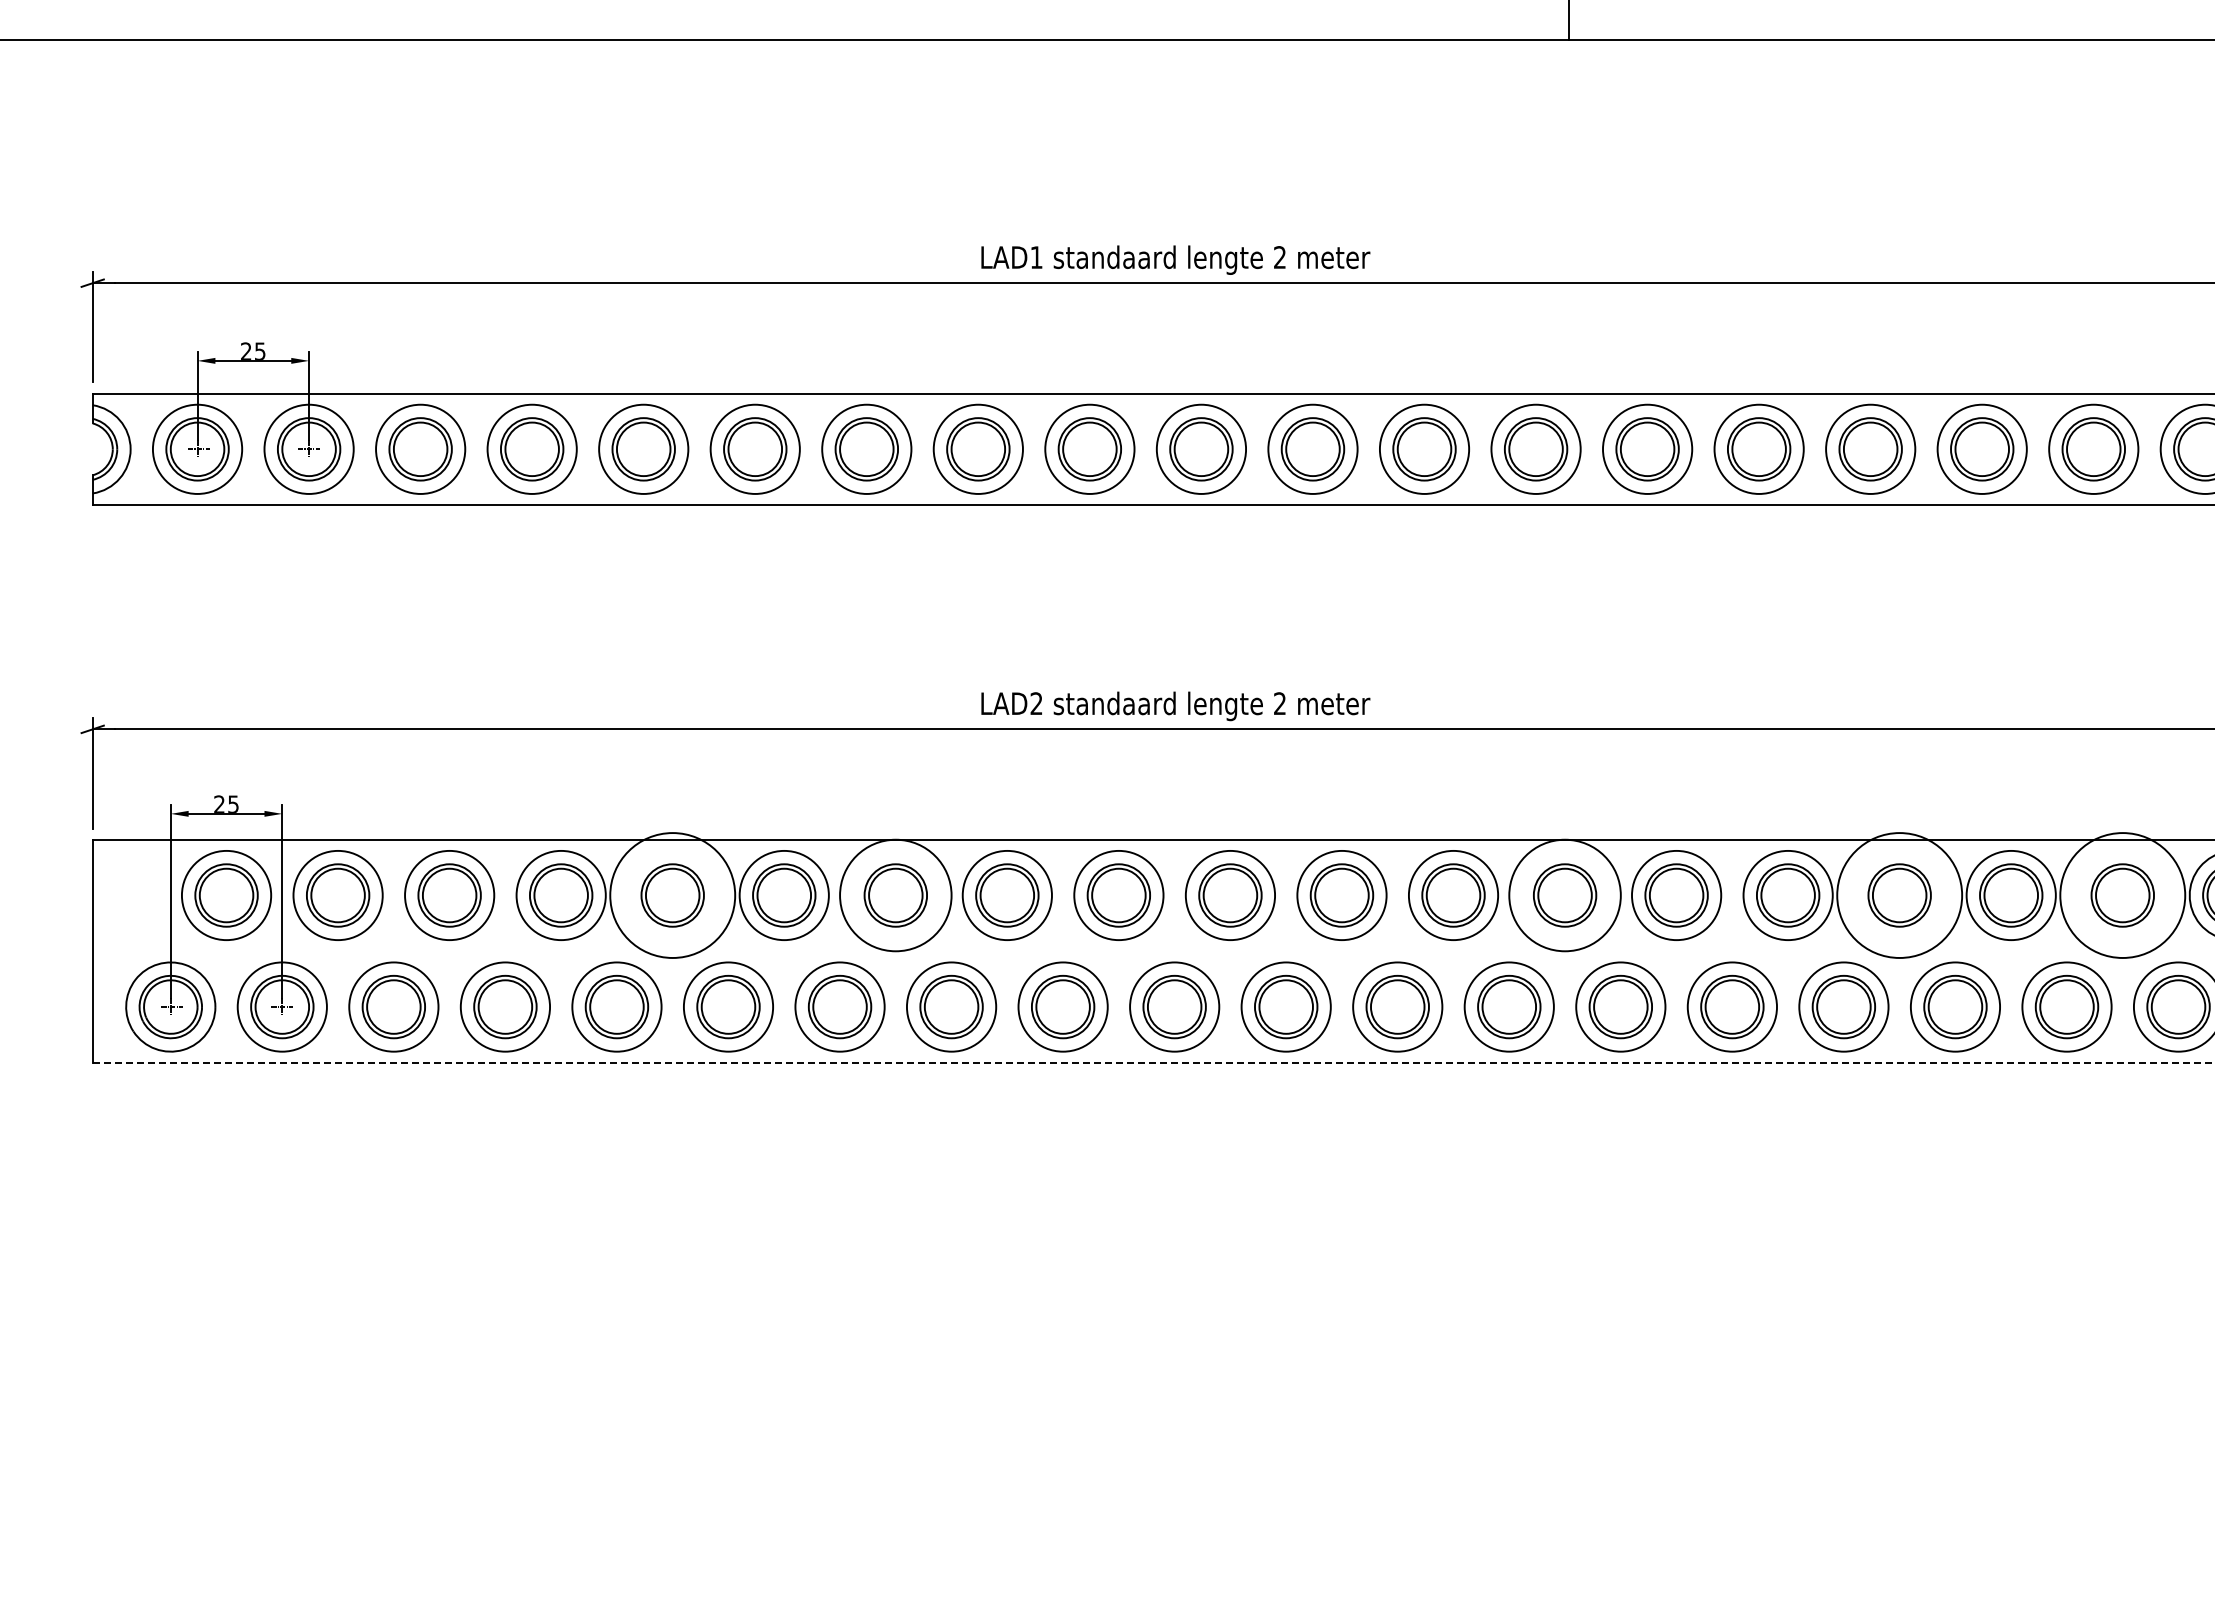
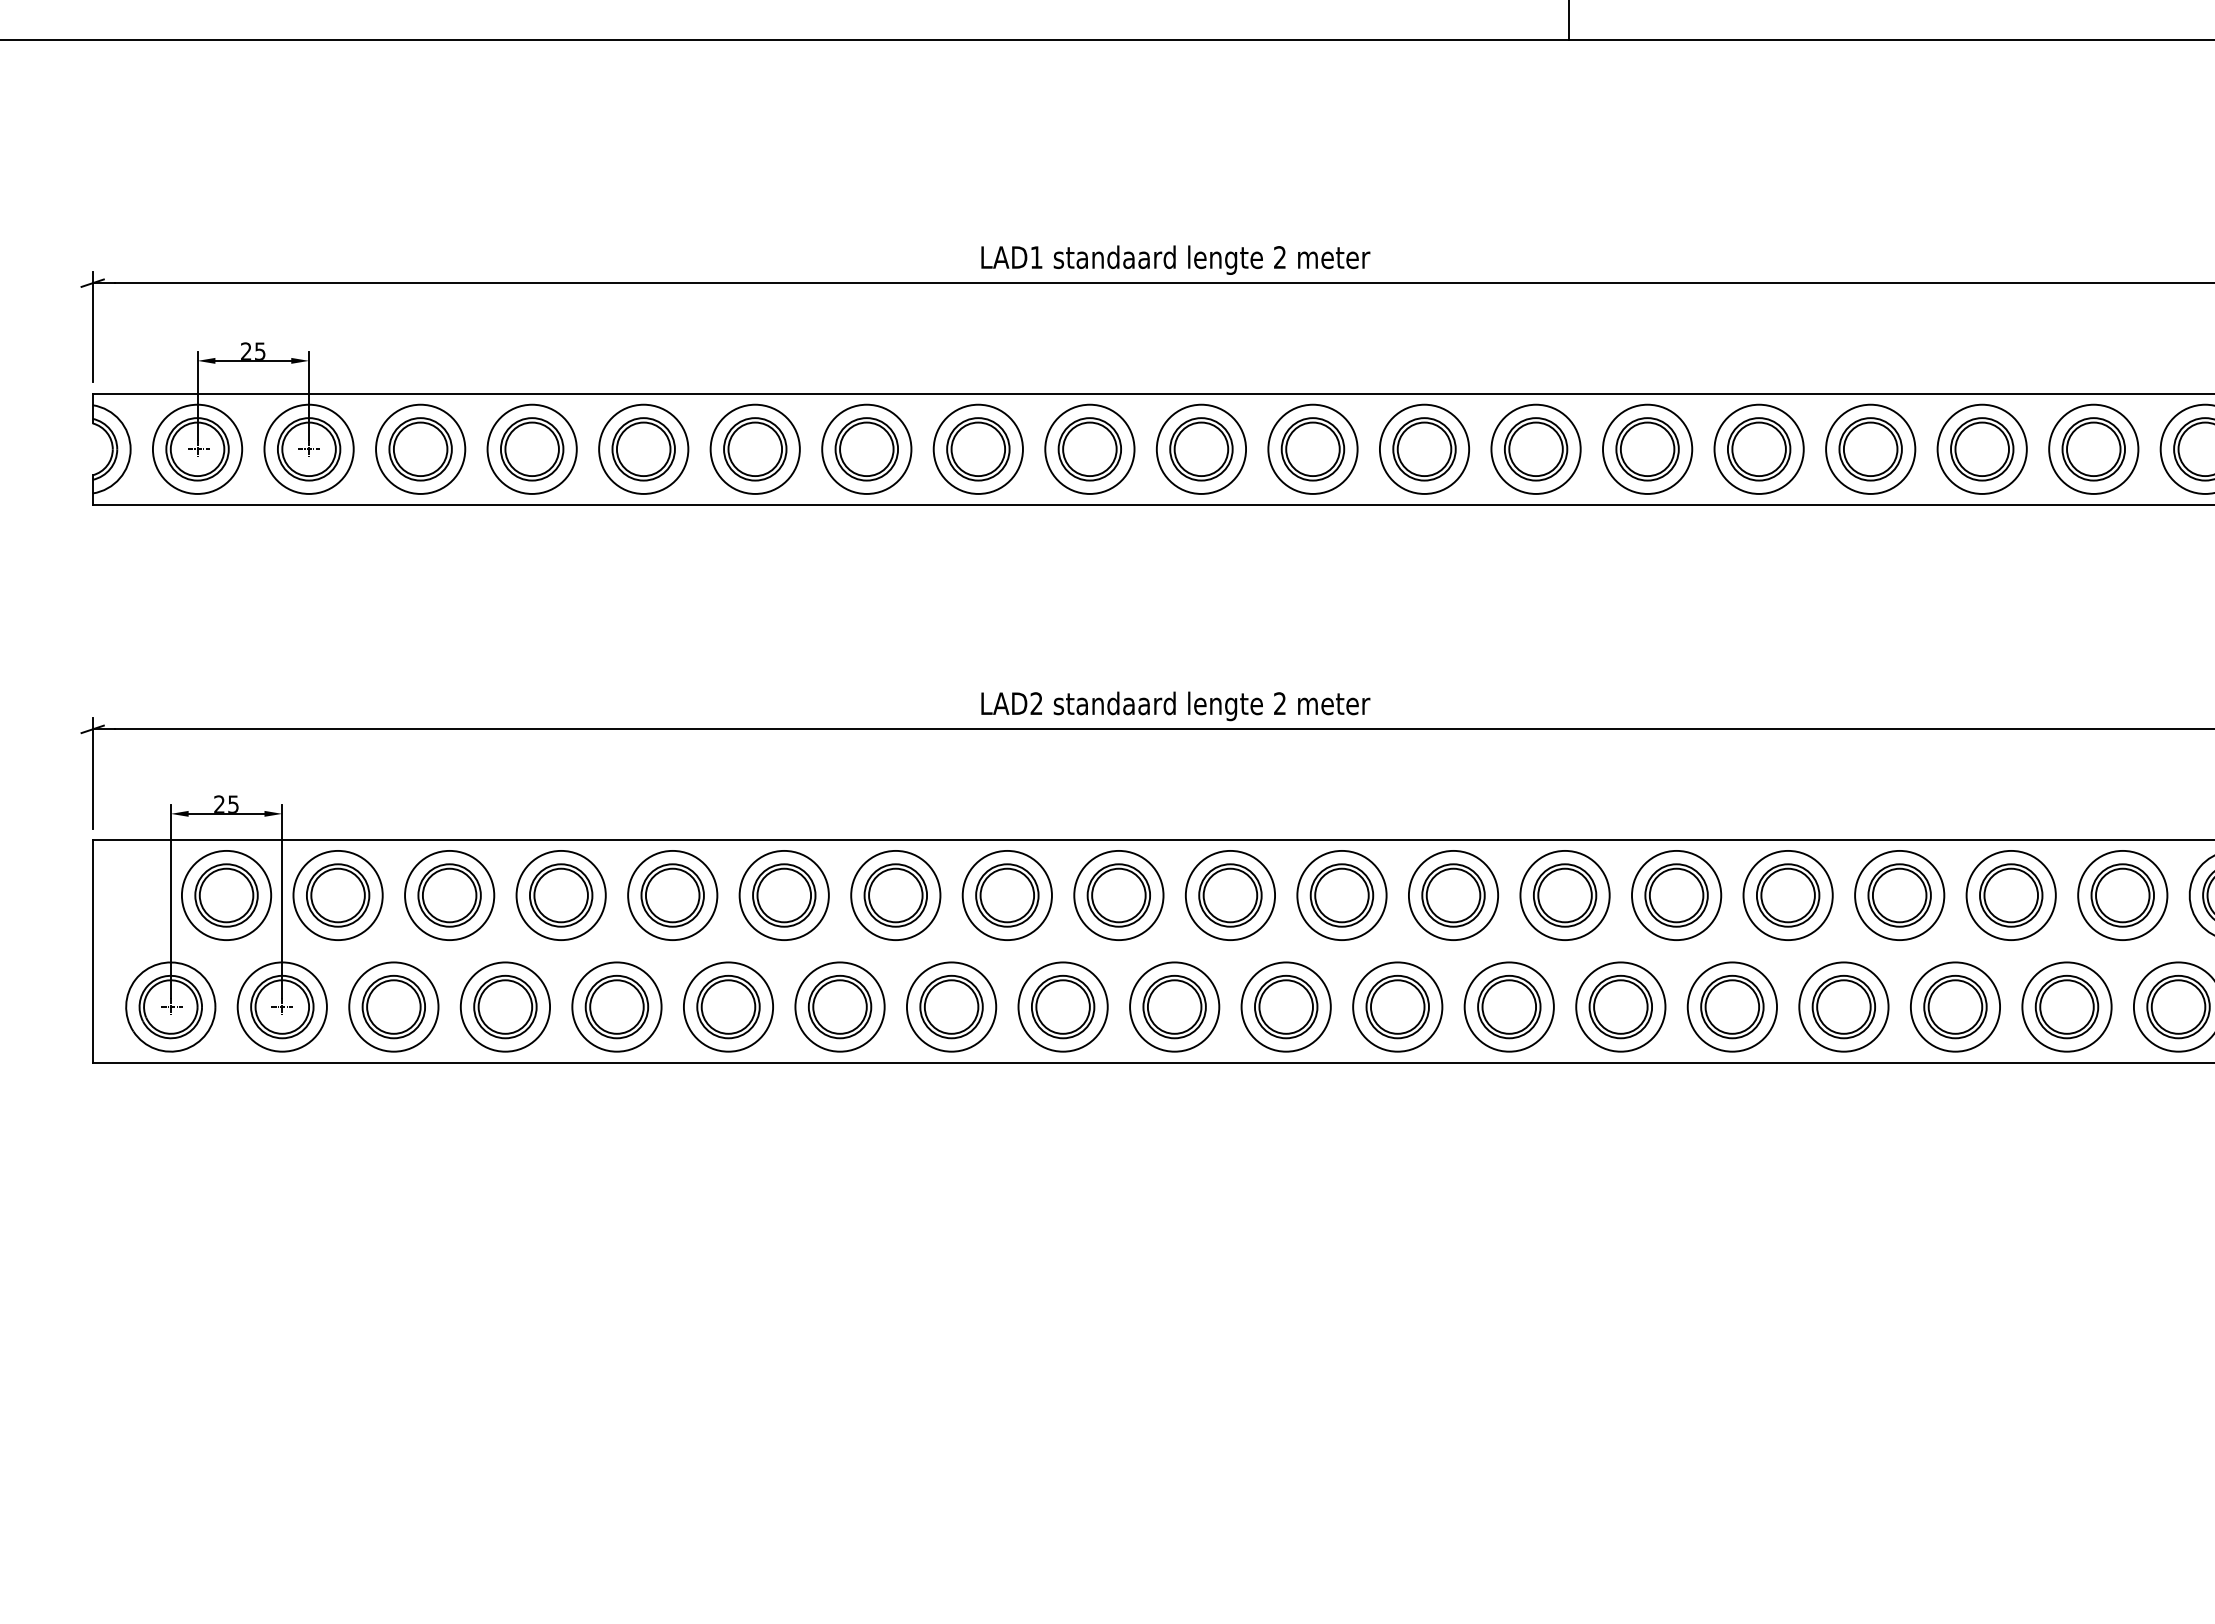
circle at (672, 895) diameter: 125 px -> 89 px
circle at (895, 895) diameter: 112 px -> 89 px
circle at (1564, 895) diameter: 112 px -> 89 px
circle at (1899, 895) diameter: 125 px -> 89 px
circle at (2122, 895) diameter: 125 px -> 89 px
line at (1153, 1062): dashed -> solid
